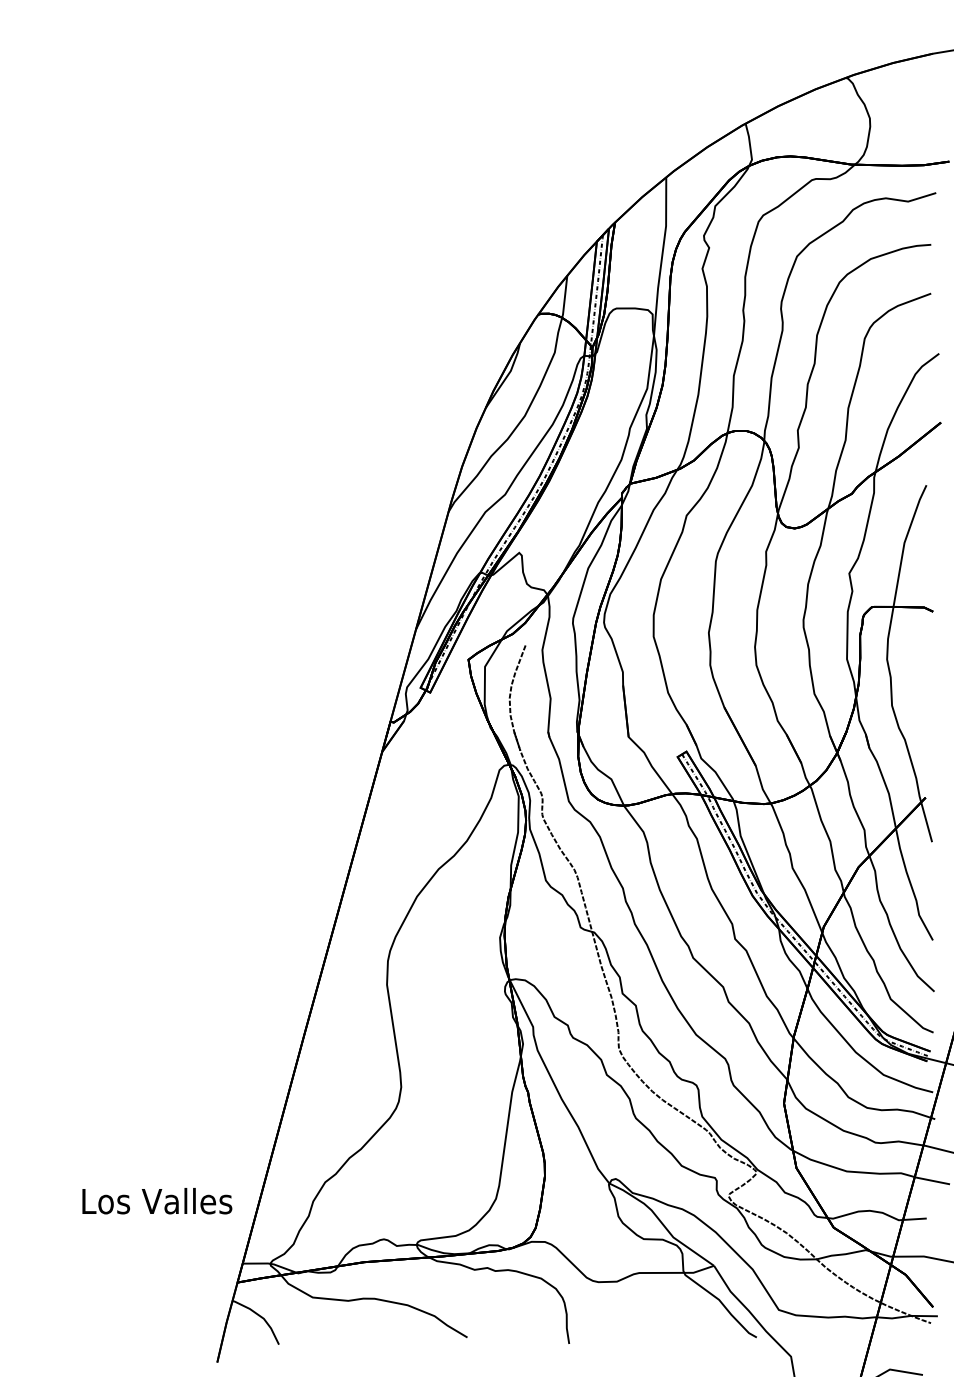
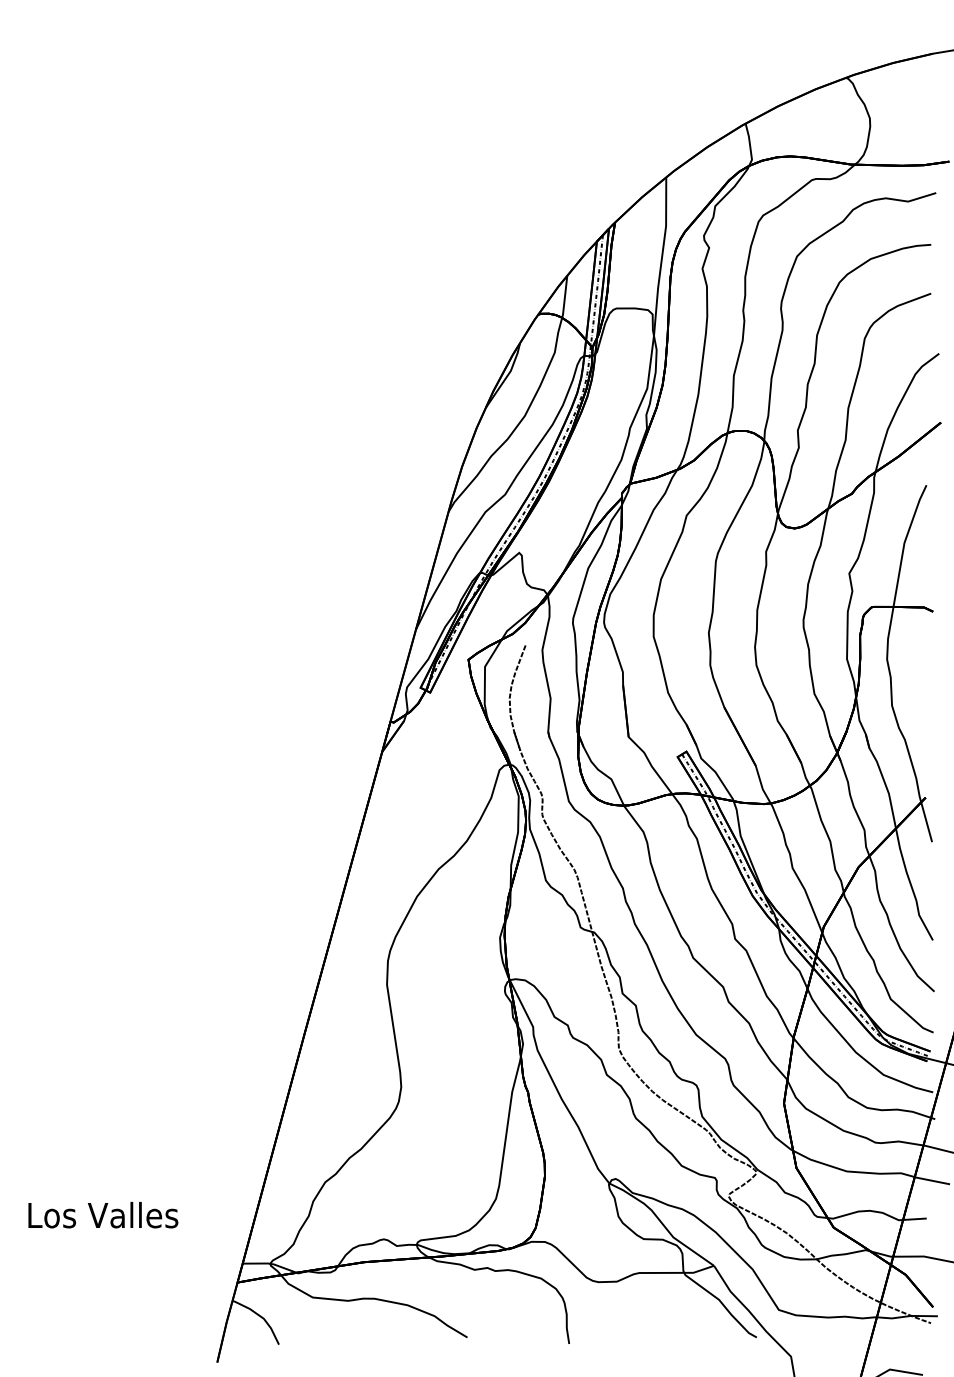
text at (157, 1201) position: (157, 1201) -> (103, 1215)
